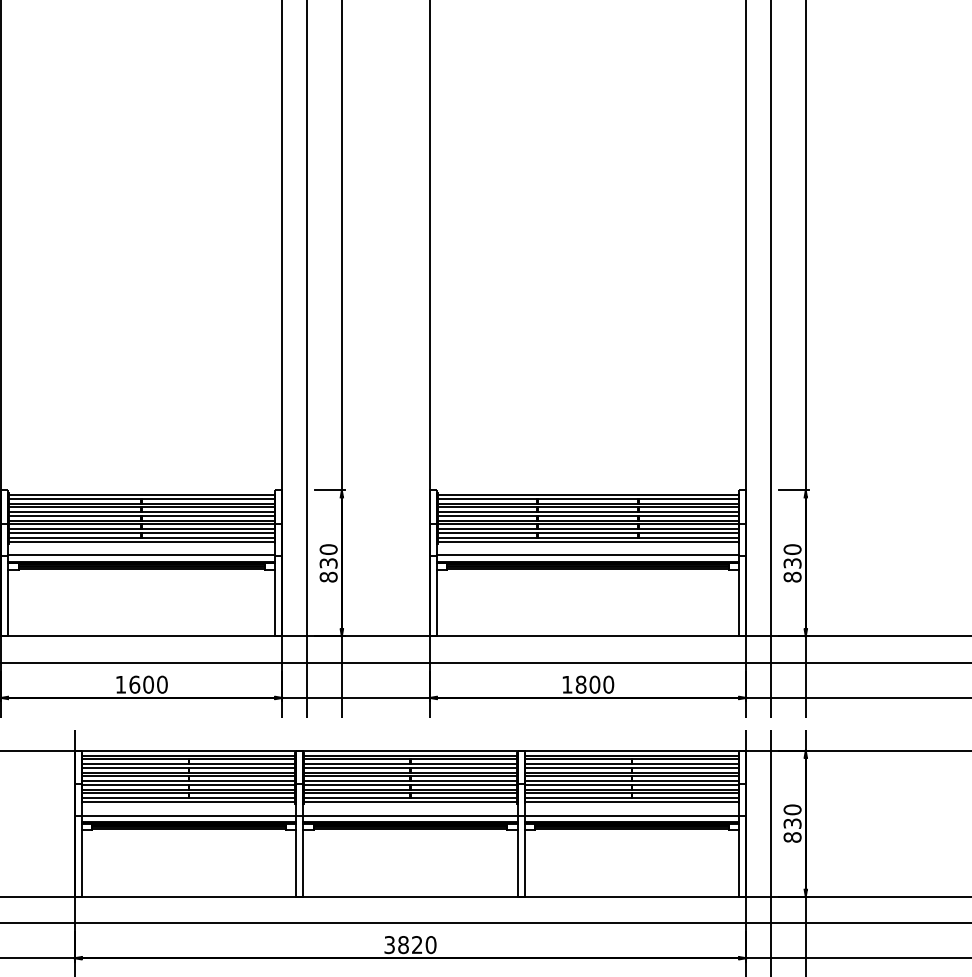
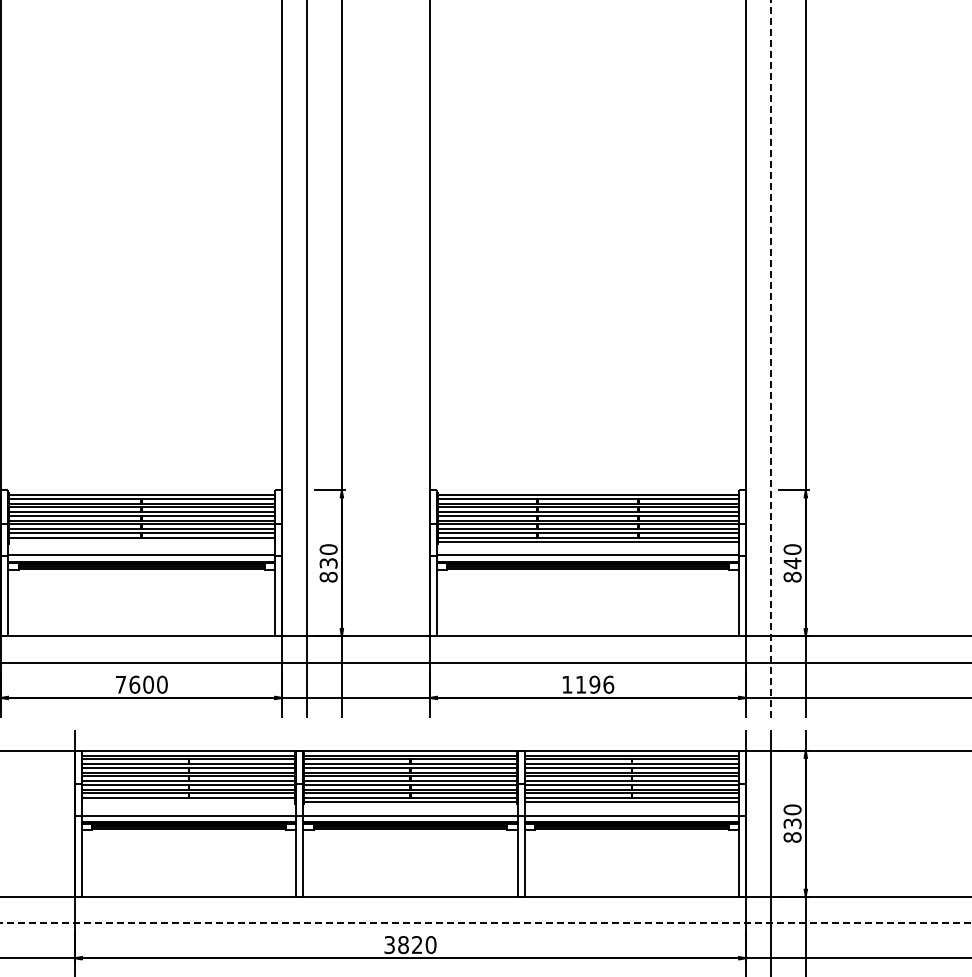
line at (770, 358): solid -> dashed
line at (141, 541): present -> none
text at (792, 563): 830 -> 840
text at (120, 684): 1600 -> 7600
text at (594, 684): 1800 -> 1196
line at (188, 801): present -> none
line at (486, 923): solid -> dashed
